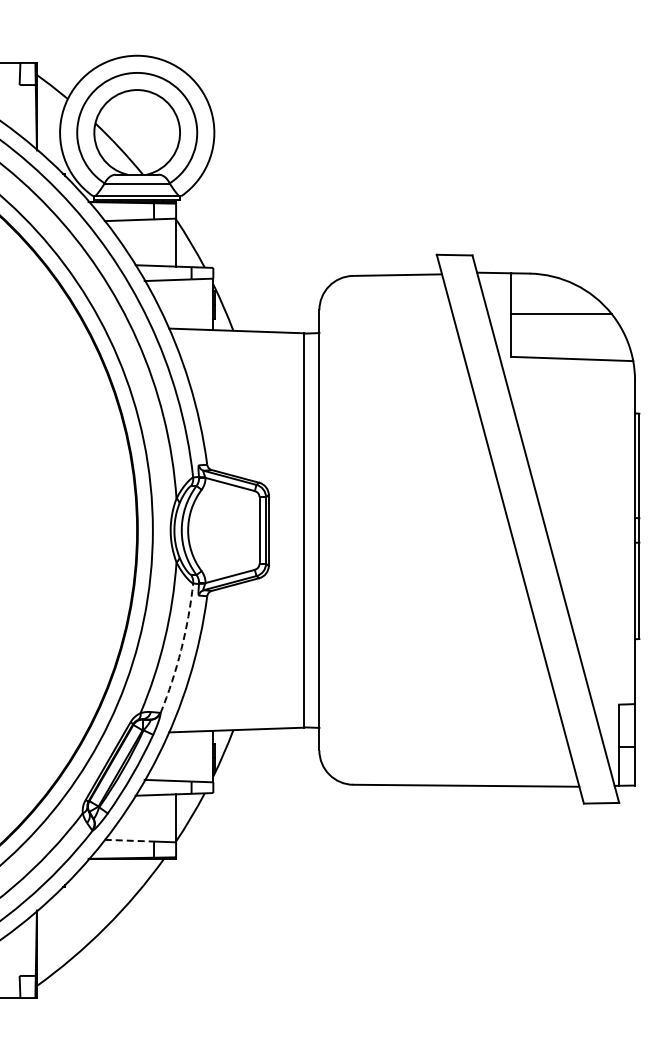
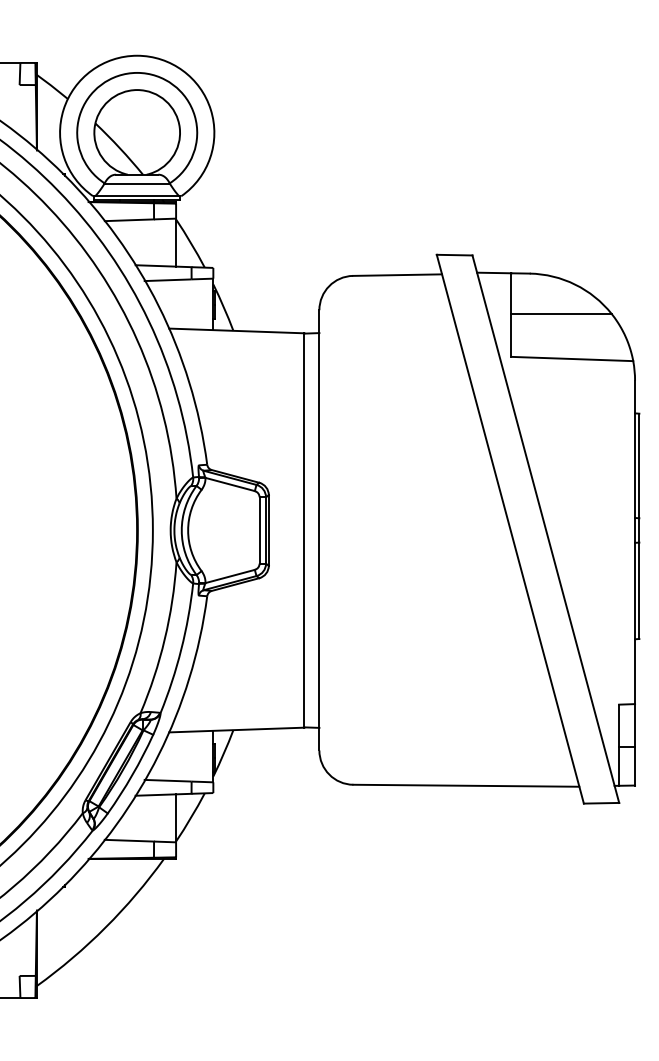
arc at (181, 649): dashed -> solid
line at (129, 840): dashed -> solid
